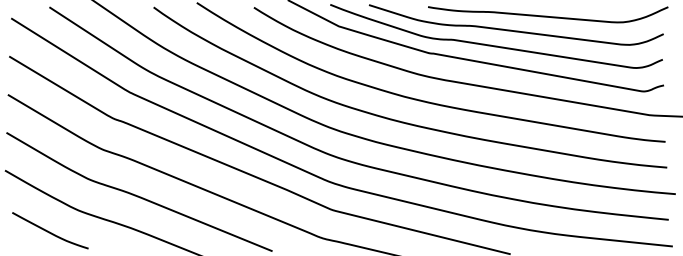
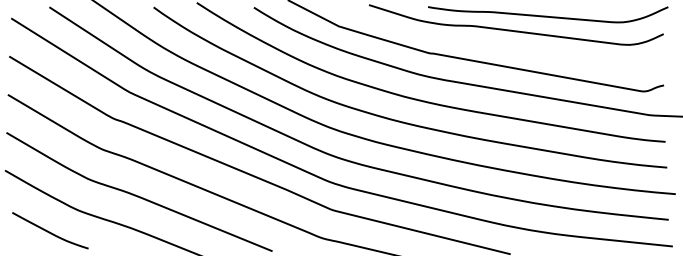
curve at (496, 45): present -> none
